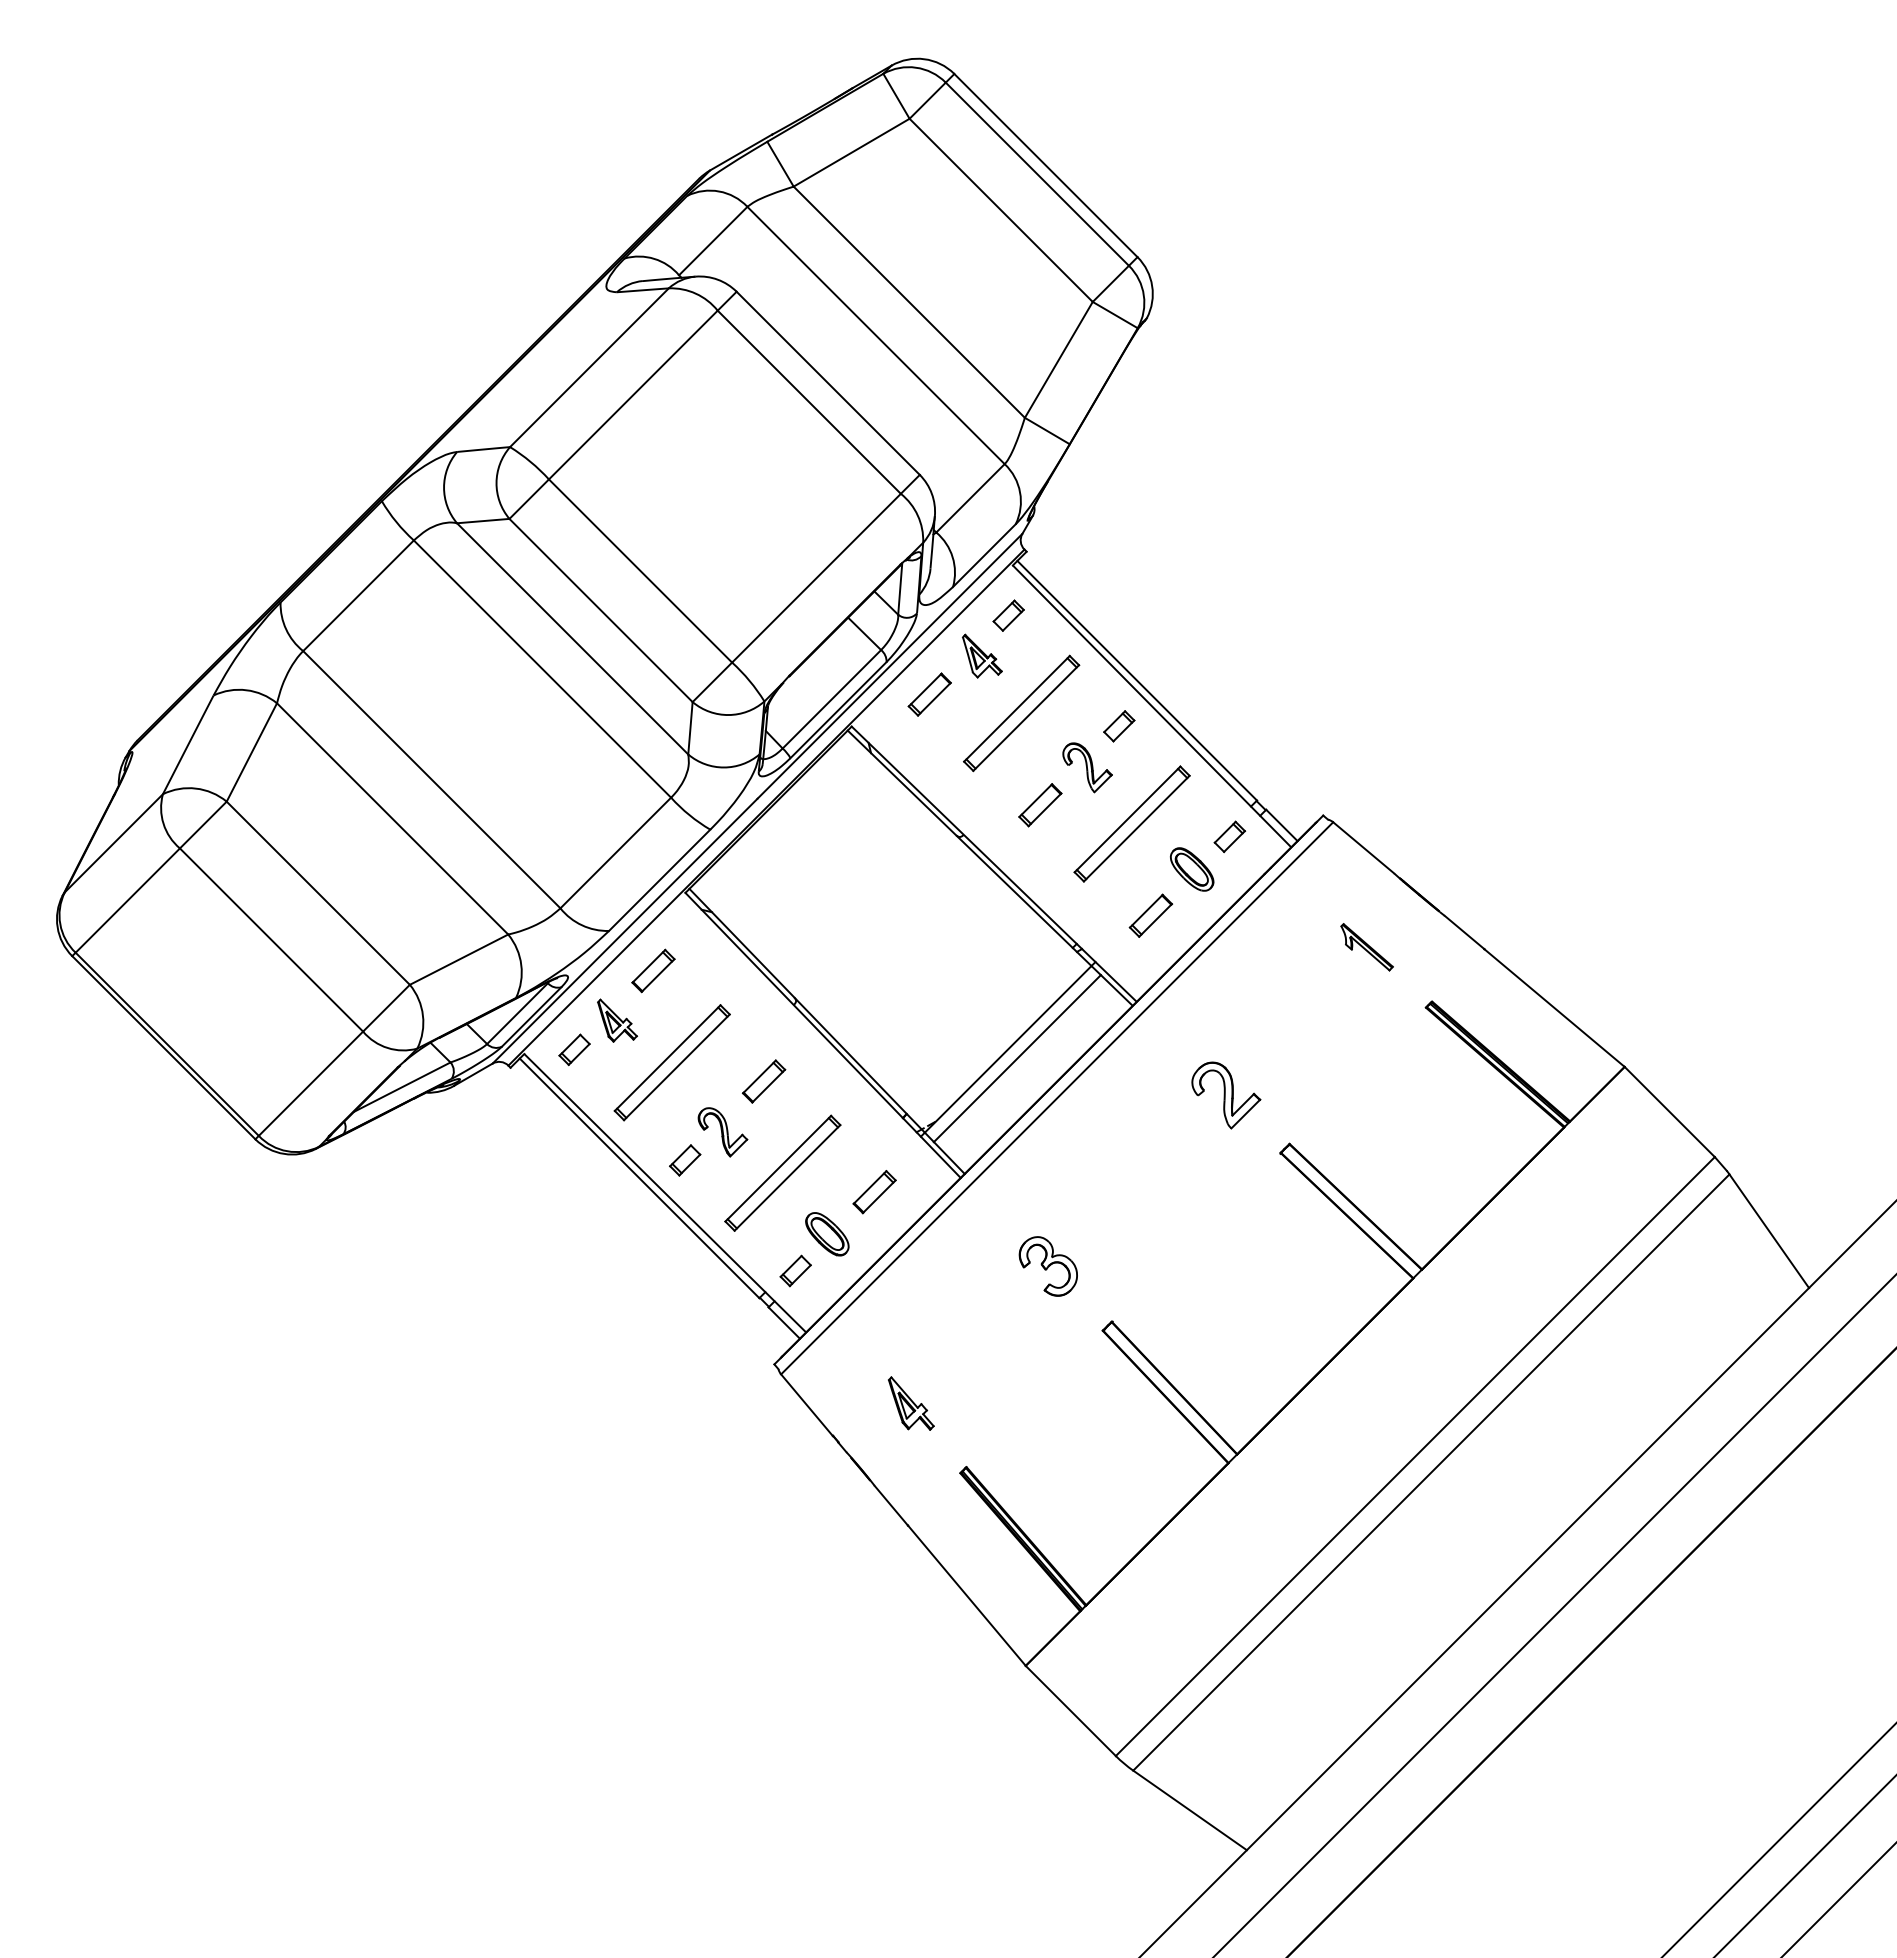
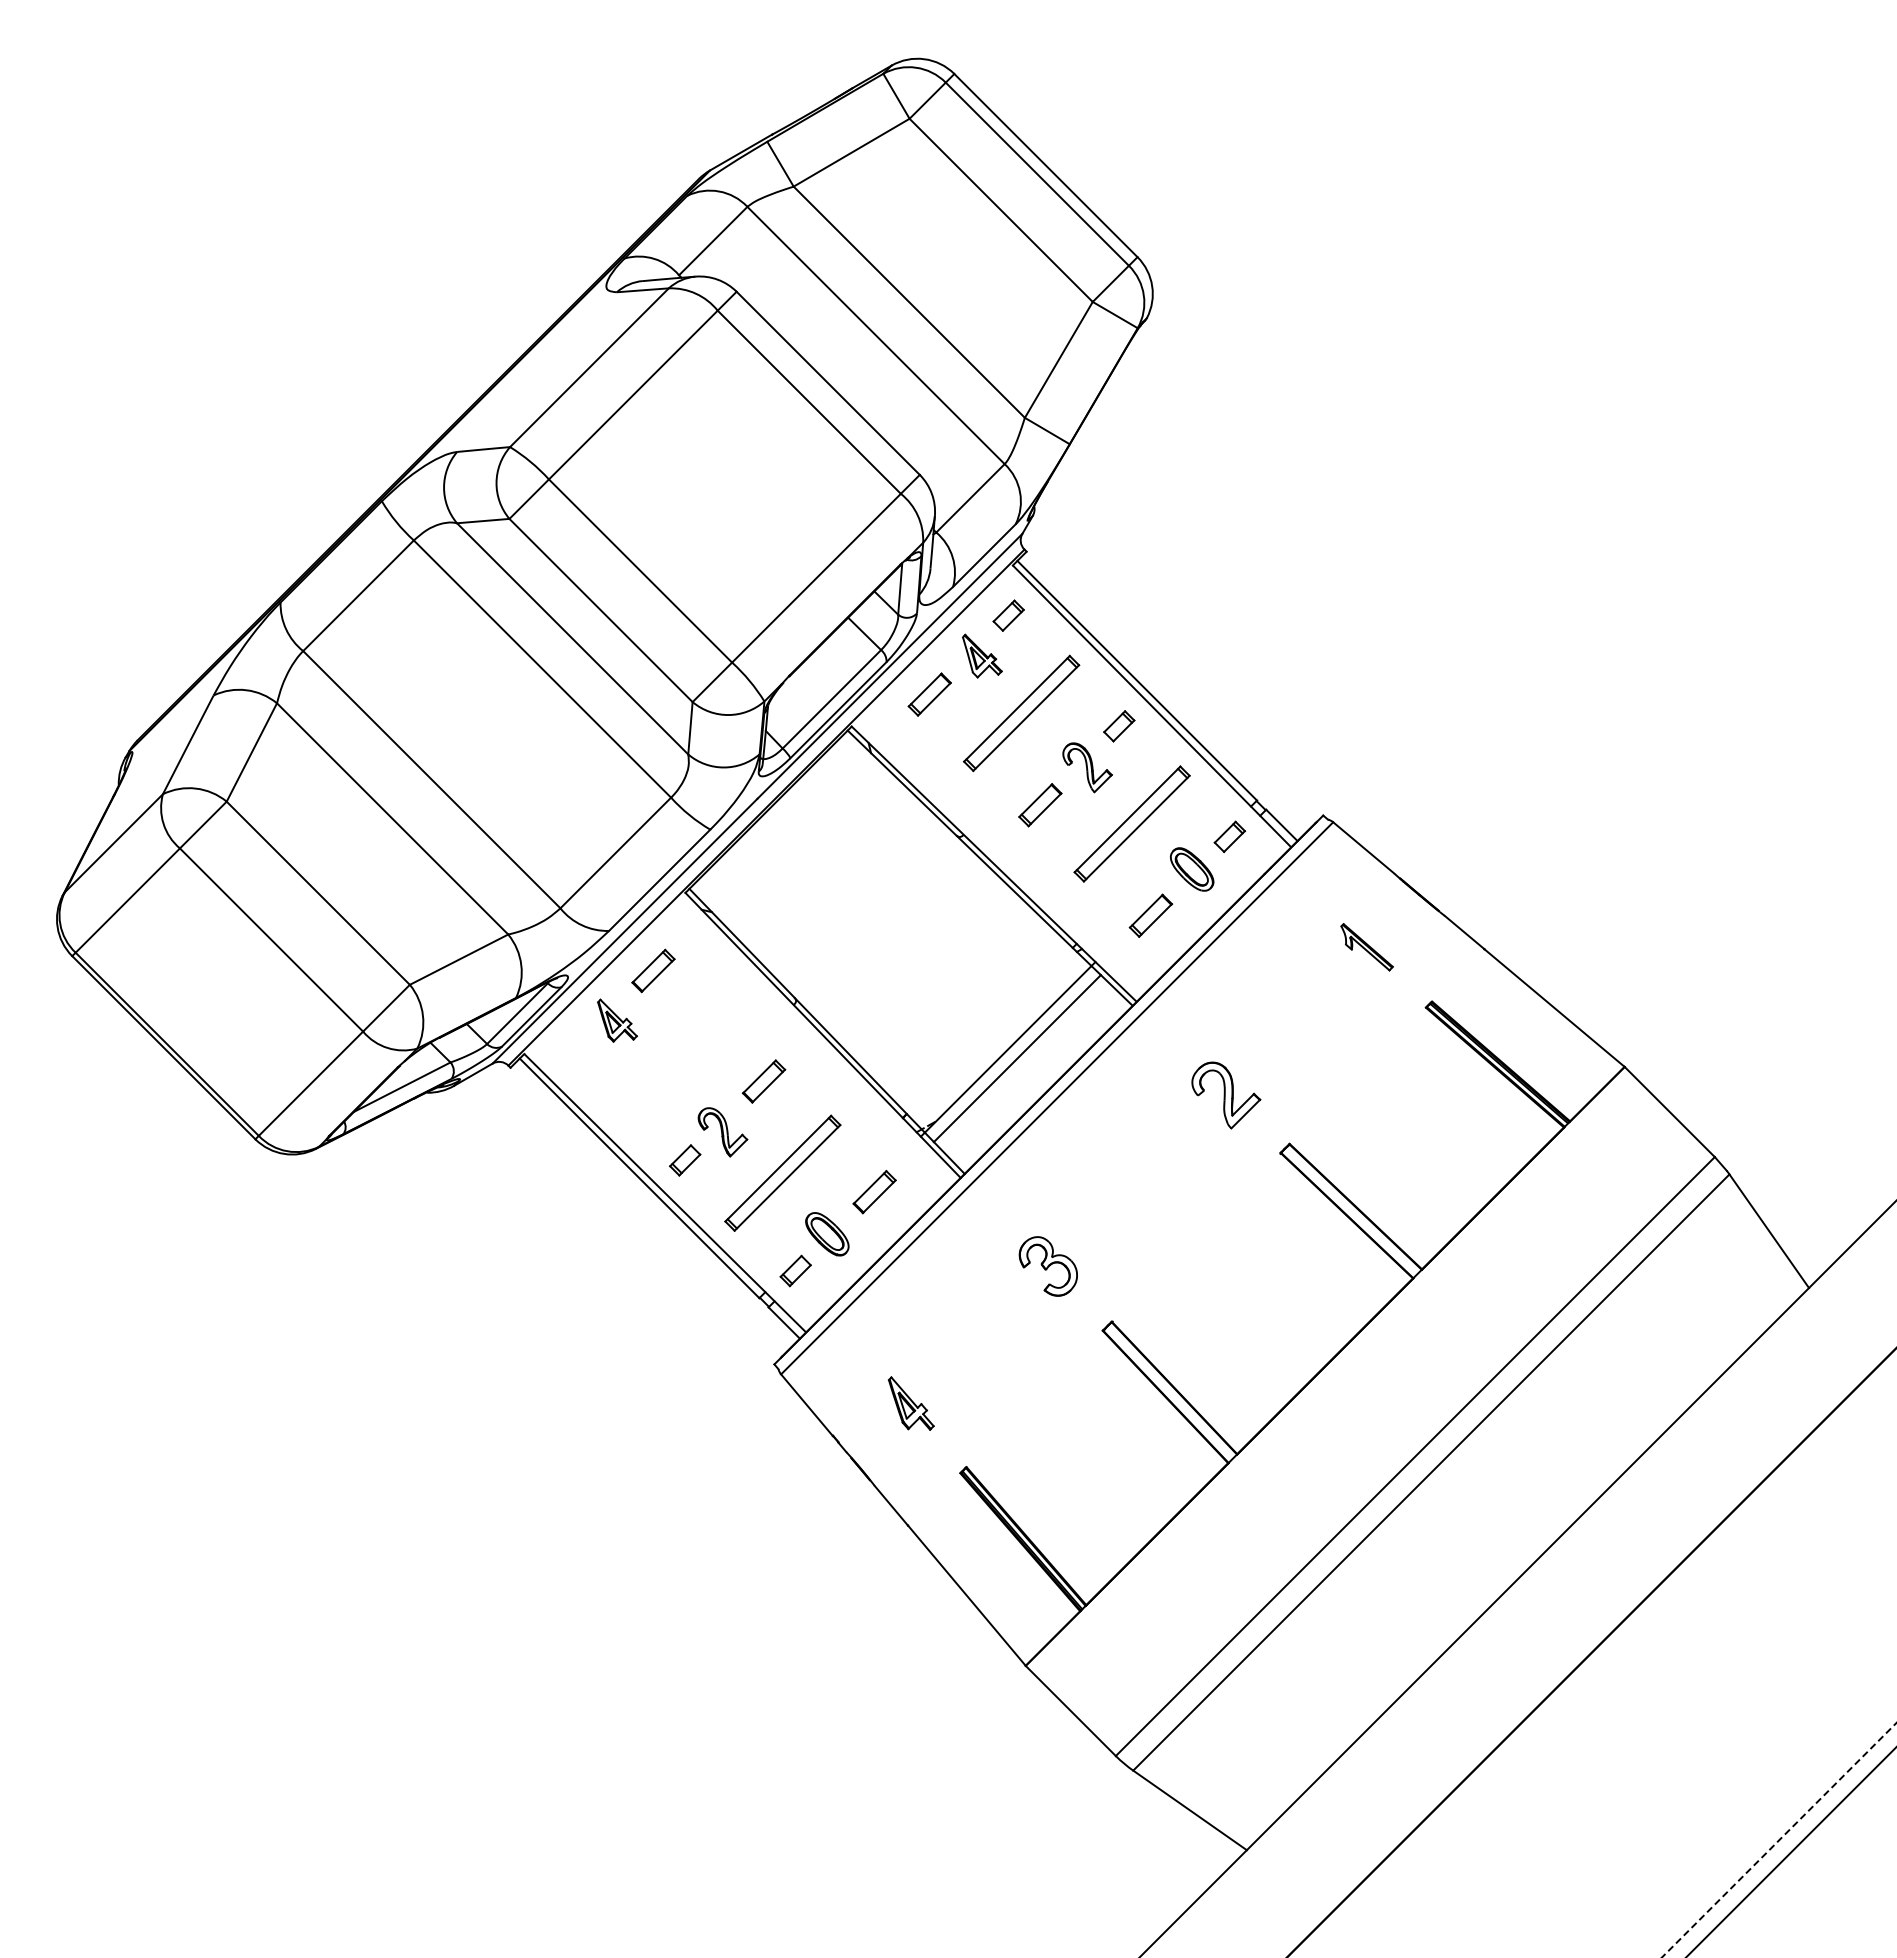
part at (574, 1049): present -> none
part at (671, 1062): present -> none
line at (1554, 1615): present -> none
line at (1779, 1840): solid -> dashed
line at (1805, 1866) position: (1805, 1866) -> (1791, 1852)
line at (1838, 1899): present -> none
